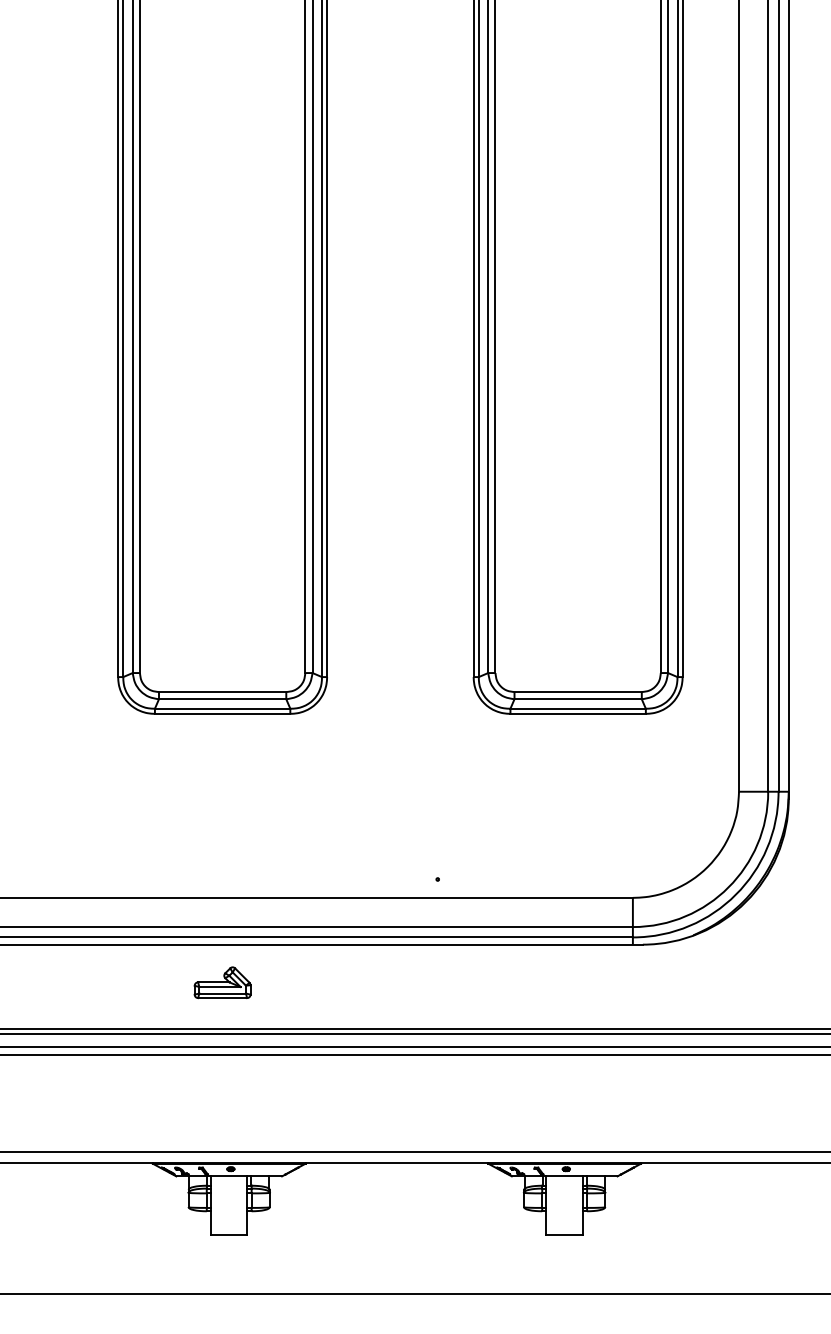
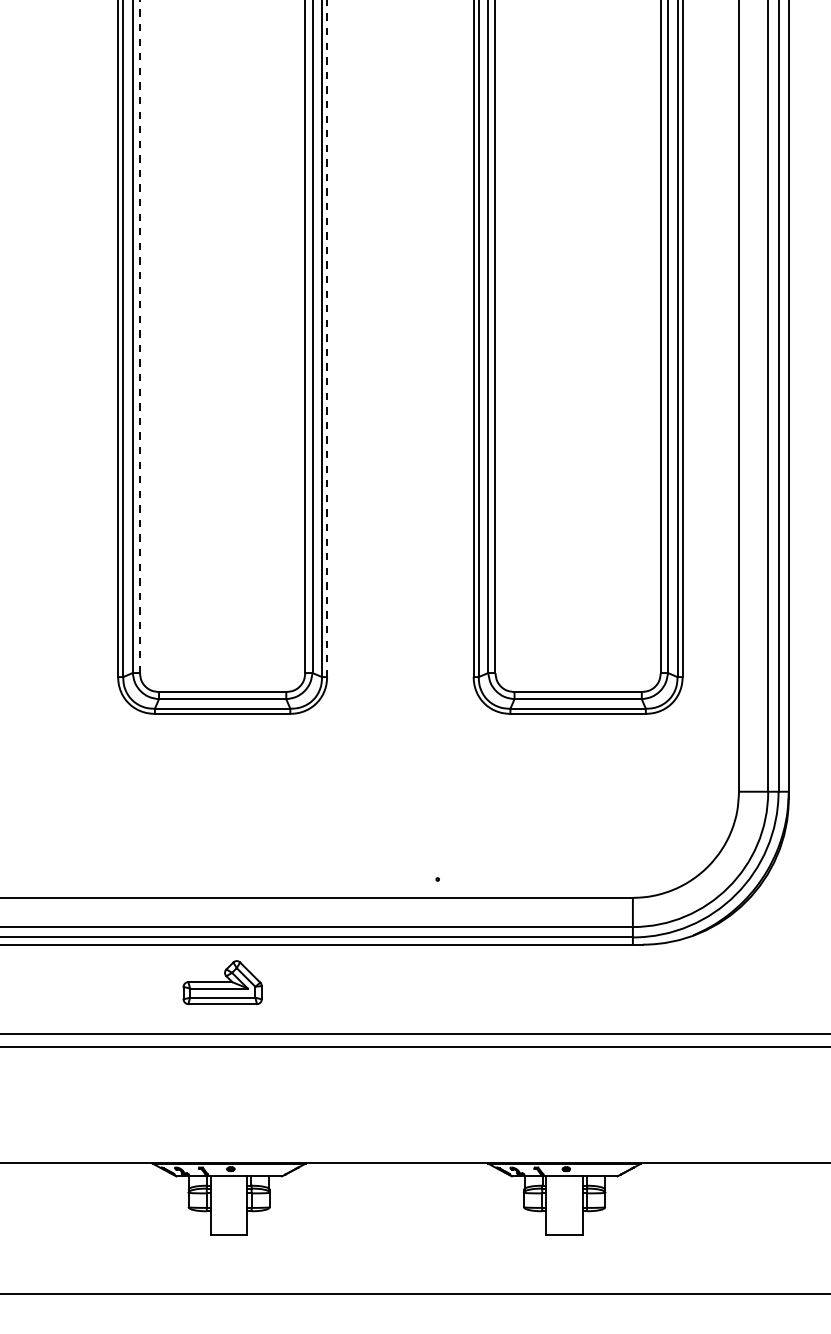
line at (139, 336): solid -> dashed
line at (327, 338): solid -> dashed
part at (222, 982) size: 59x34 px -> 81x46 px
line at (414, 1029): present -> none
line at (414, 1055): present -> none
line at (414, 1151): present -> none
